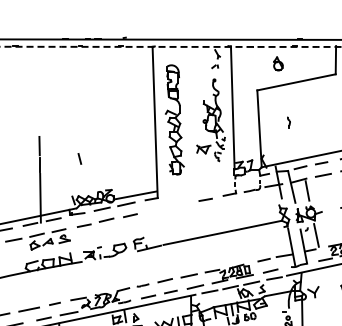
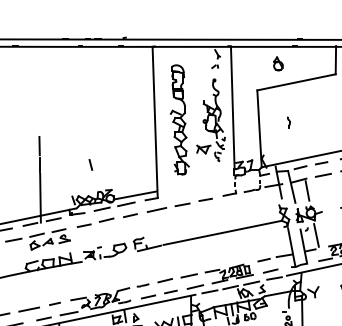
arc at (171, 46): dashed -> solid
part at (174, 119) position: (174, 119) -> (179, 119)
line at (79, 158) position: (79, 158) -> (90, 164)
part at (168, 207): none -> present
